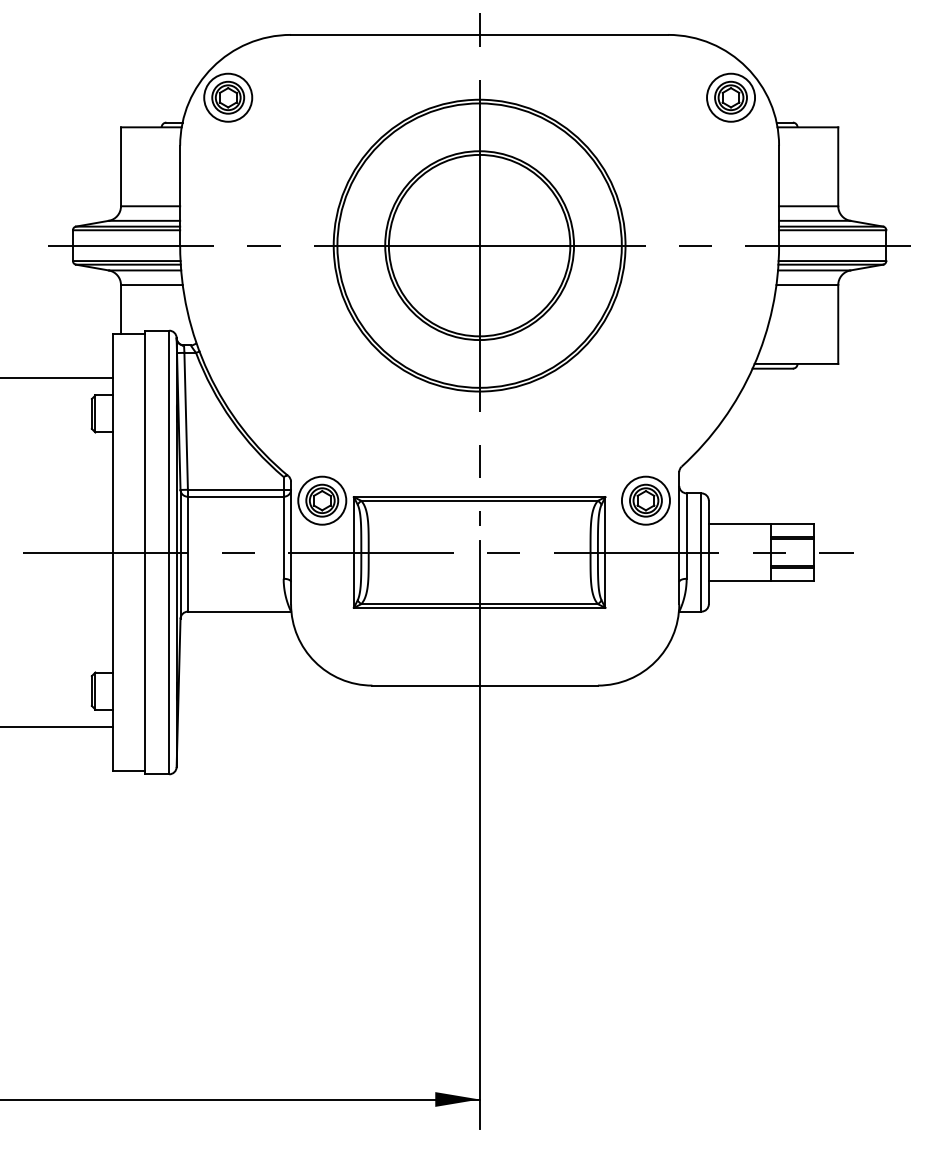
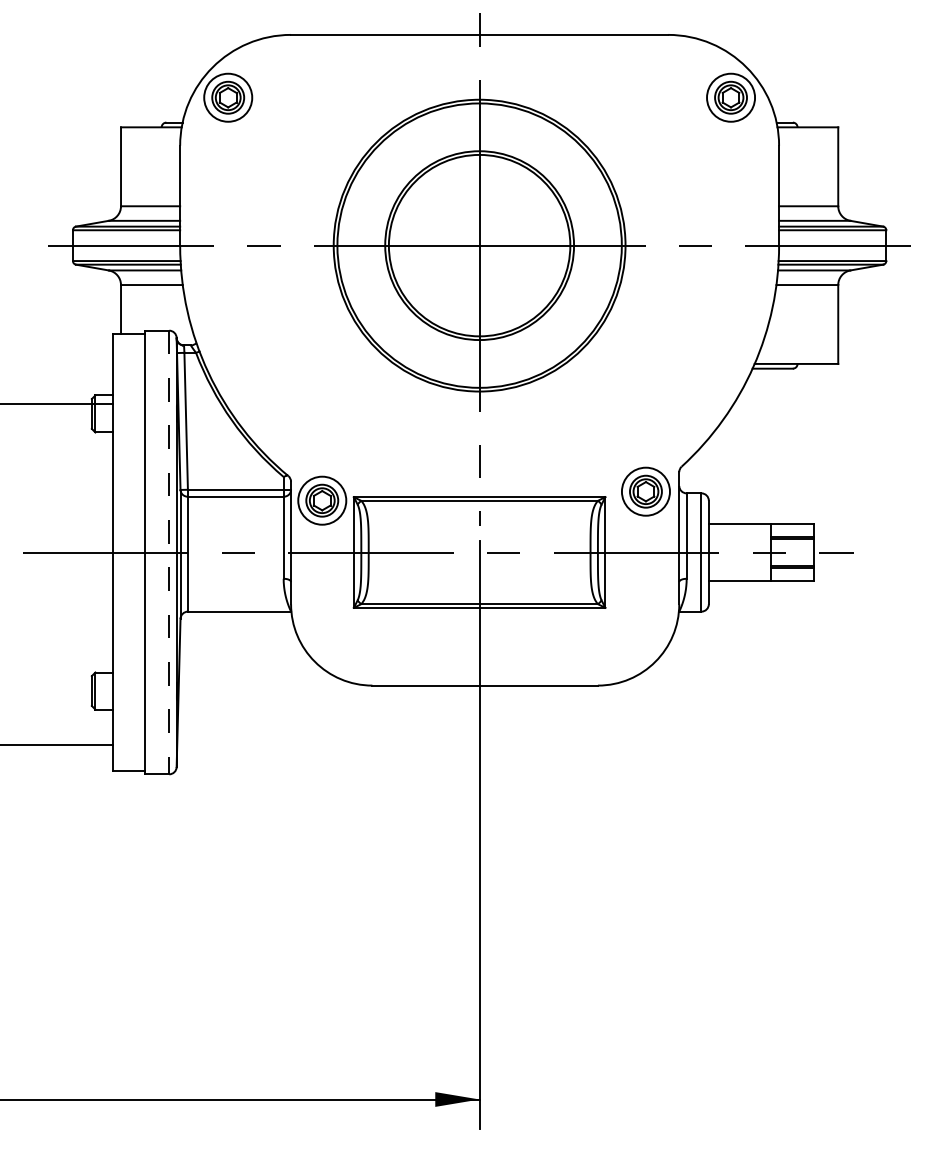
line at (57, 377) position: (57, 377) -> (57, 403)
part at (645, 500) position: (645, 500) -> (645, 491)
line at (169, 552): solid -> dashed
line at (57, 727) position: (57, 727) -> (57, 745)
